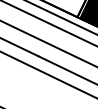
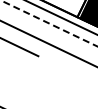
line at (49, 23): solid -> dashed
line at (66, 69): present -> none
line at (48, 74): present -> none
